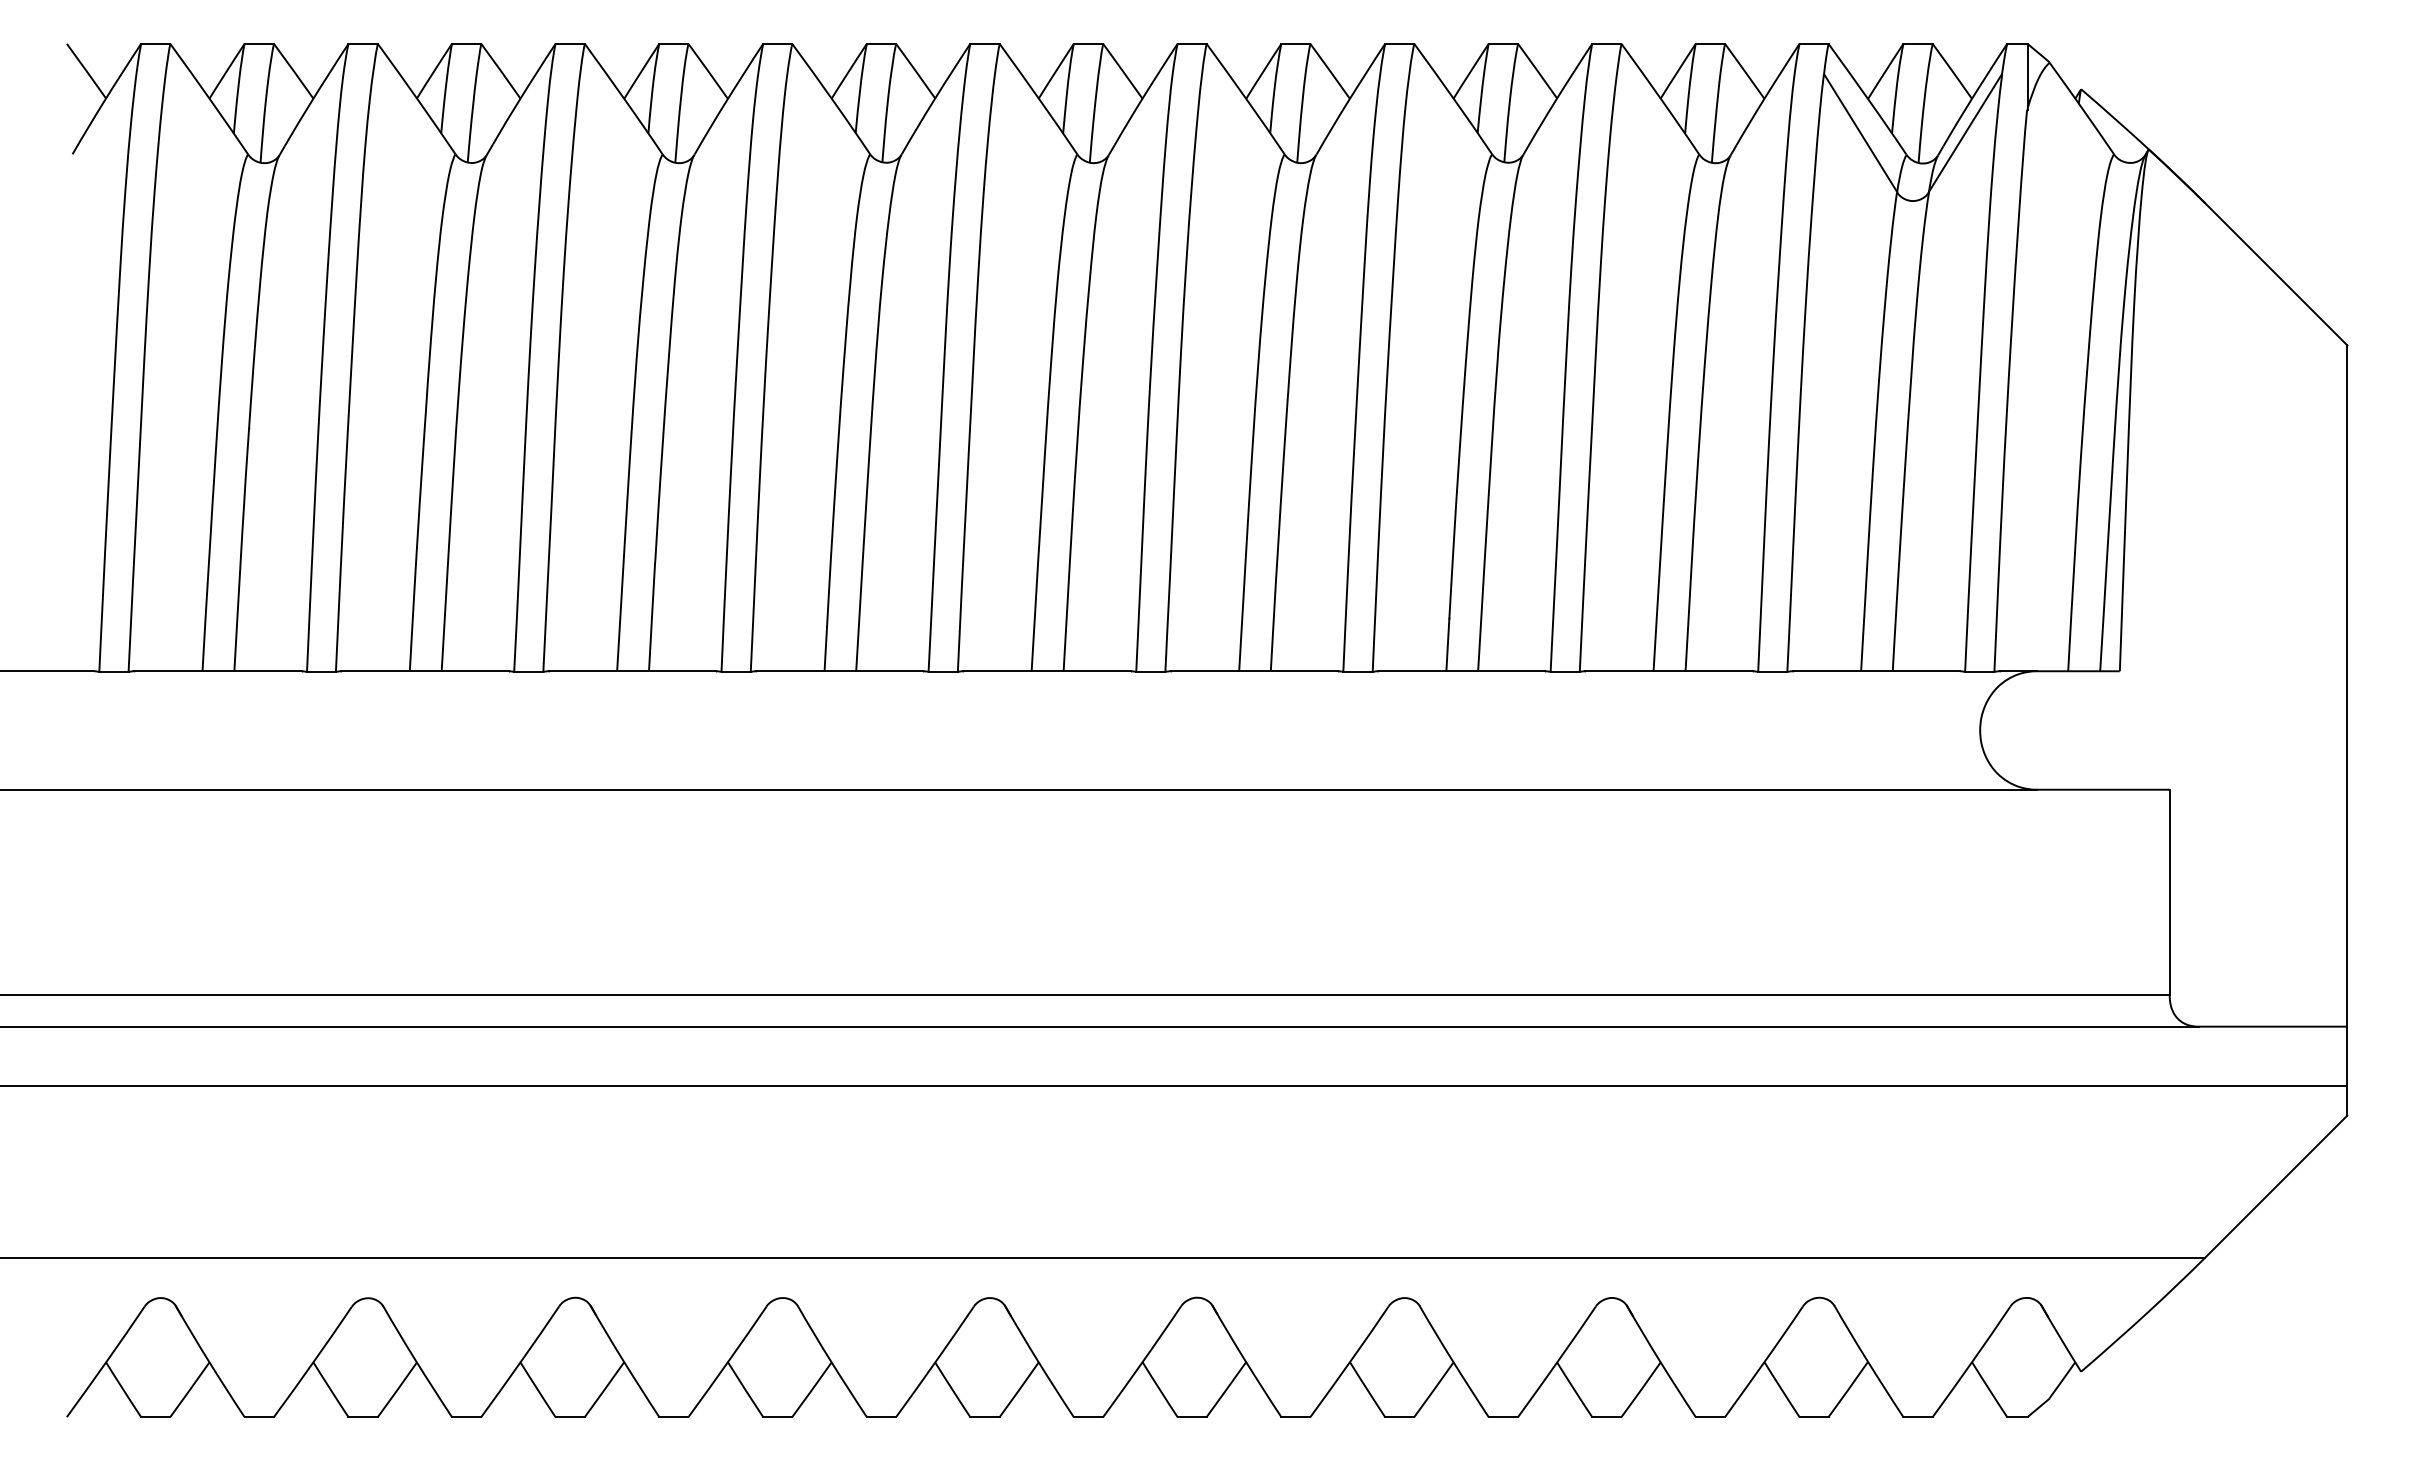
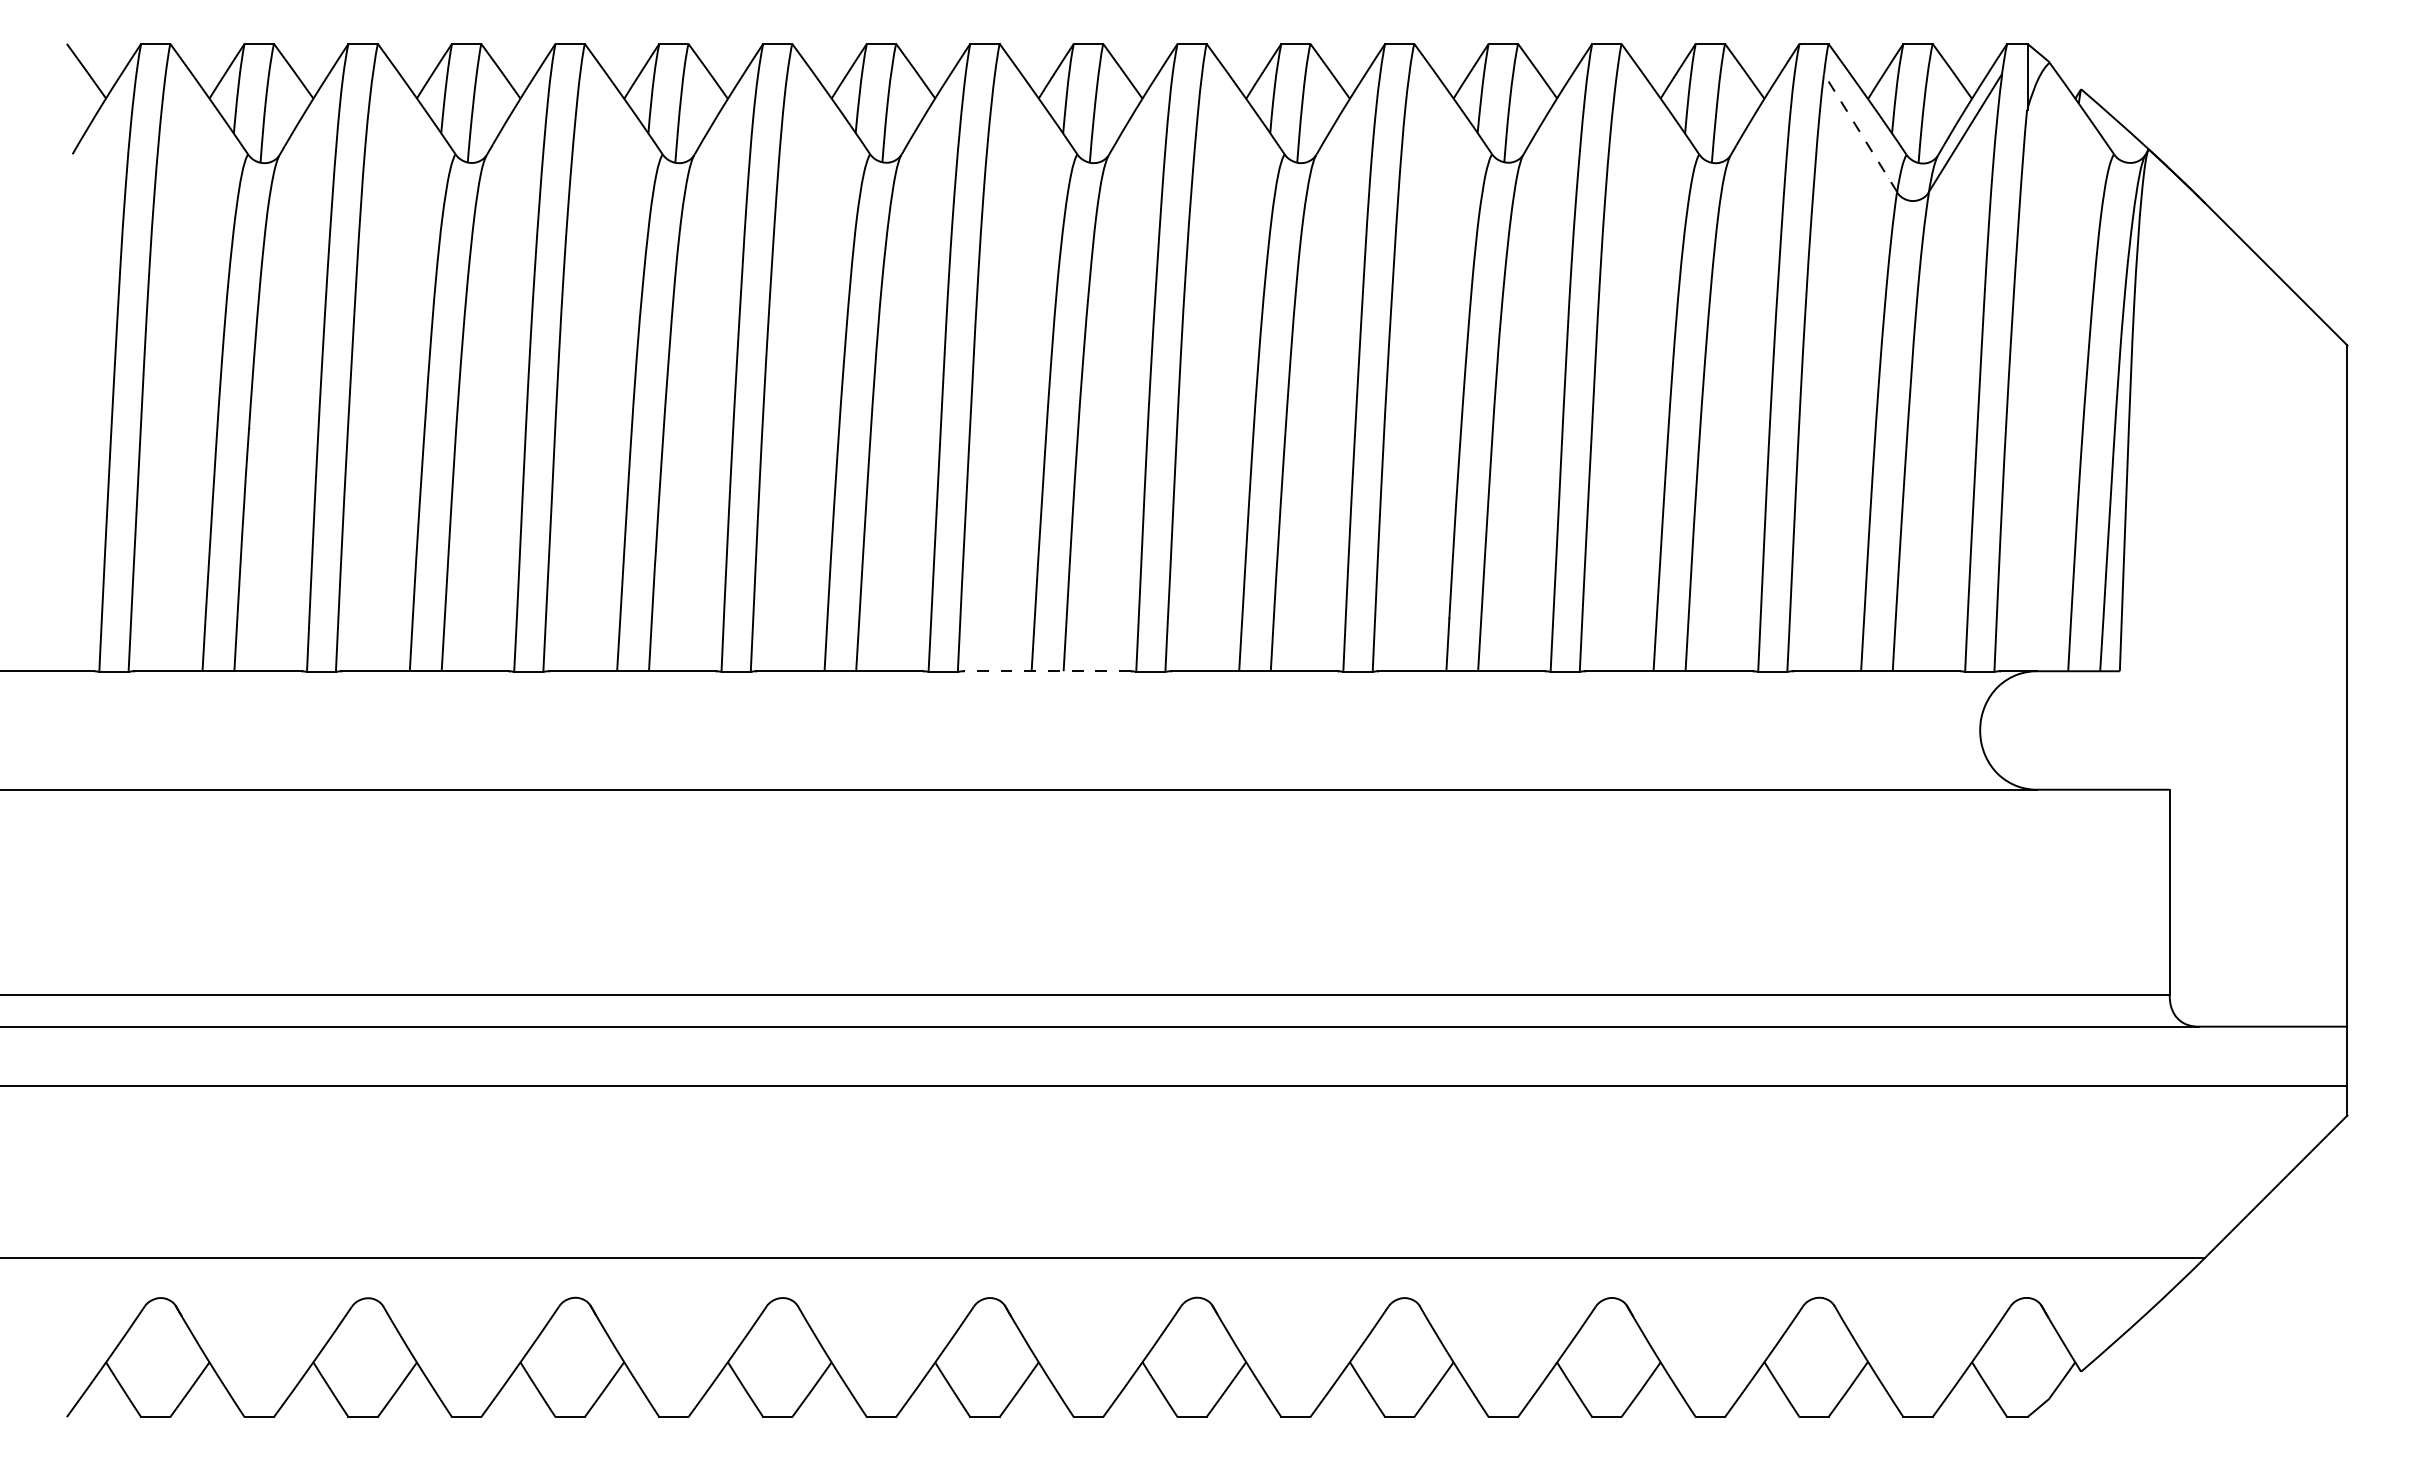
line at (1860, 132): solid -> dashed
line at (1047, 671): solid -> dashed
